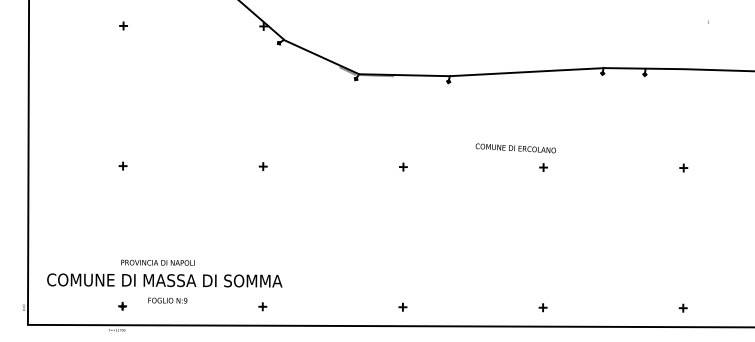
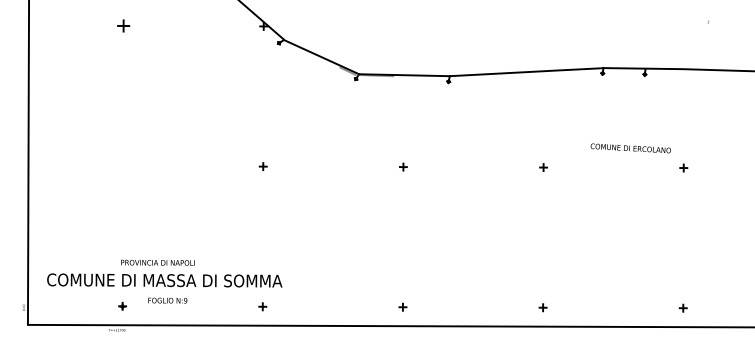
part at (123, 25) size: 9x10 px -> 14x14 px
text at (515, 148) position: (515, 148) -> (630, 148)
part at (122, 165): present -> none
